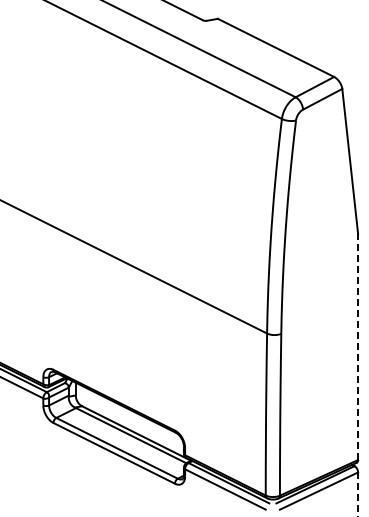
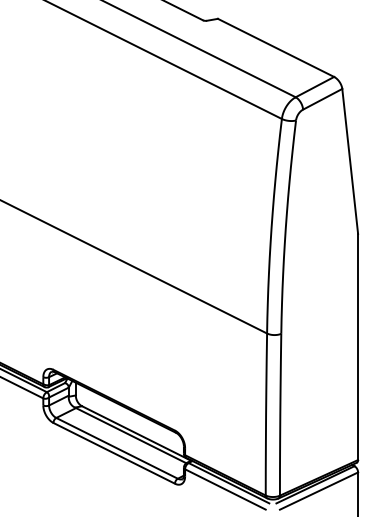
line at (358, 346): dashed -> solid
line at (358, 494): dashed -> solid
